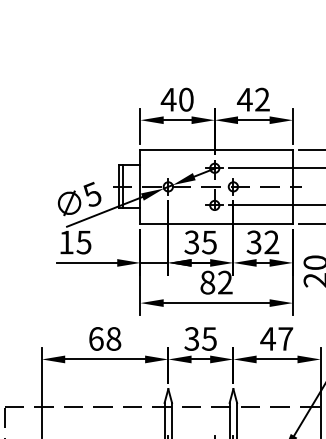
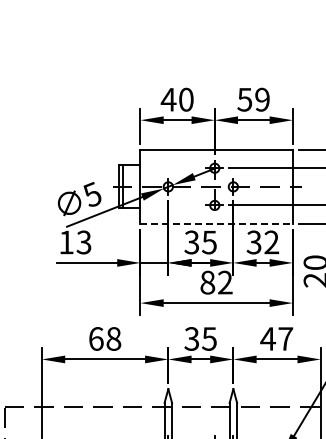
text at (252, 99): 42 -> 59
line at (217, 224): solid -> dashed
text at (84, 241): 15 -> 13
